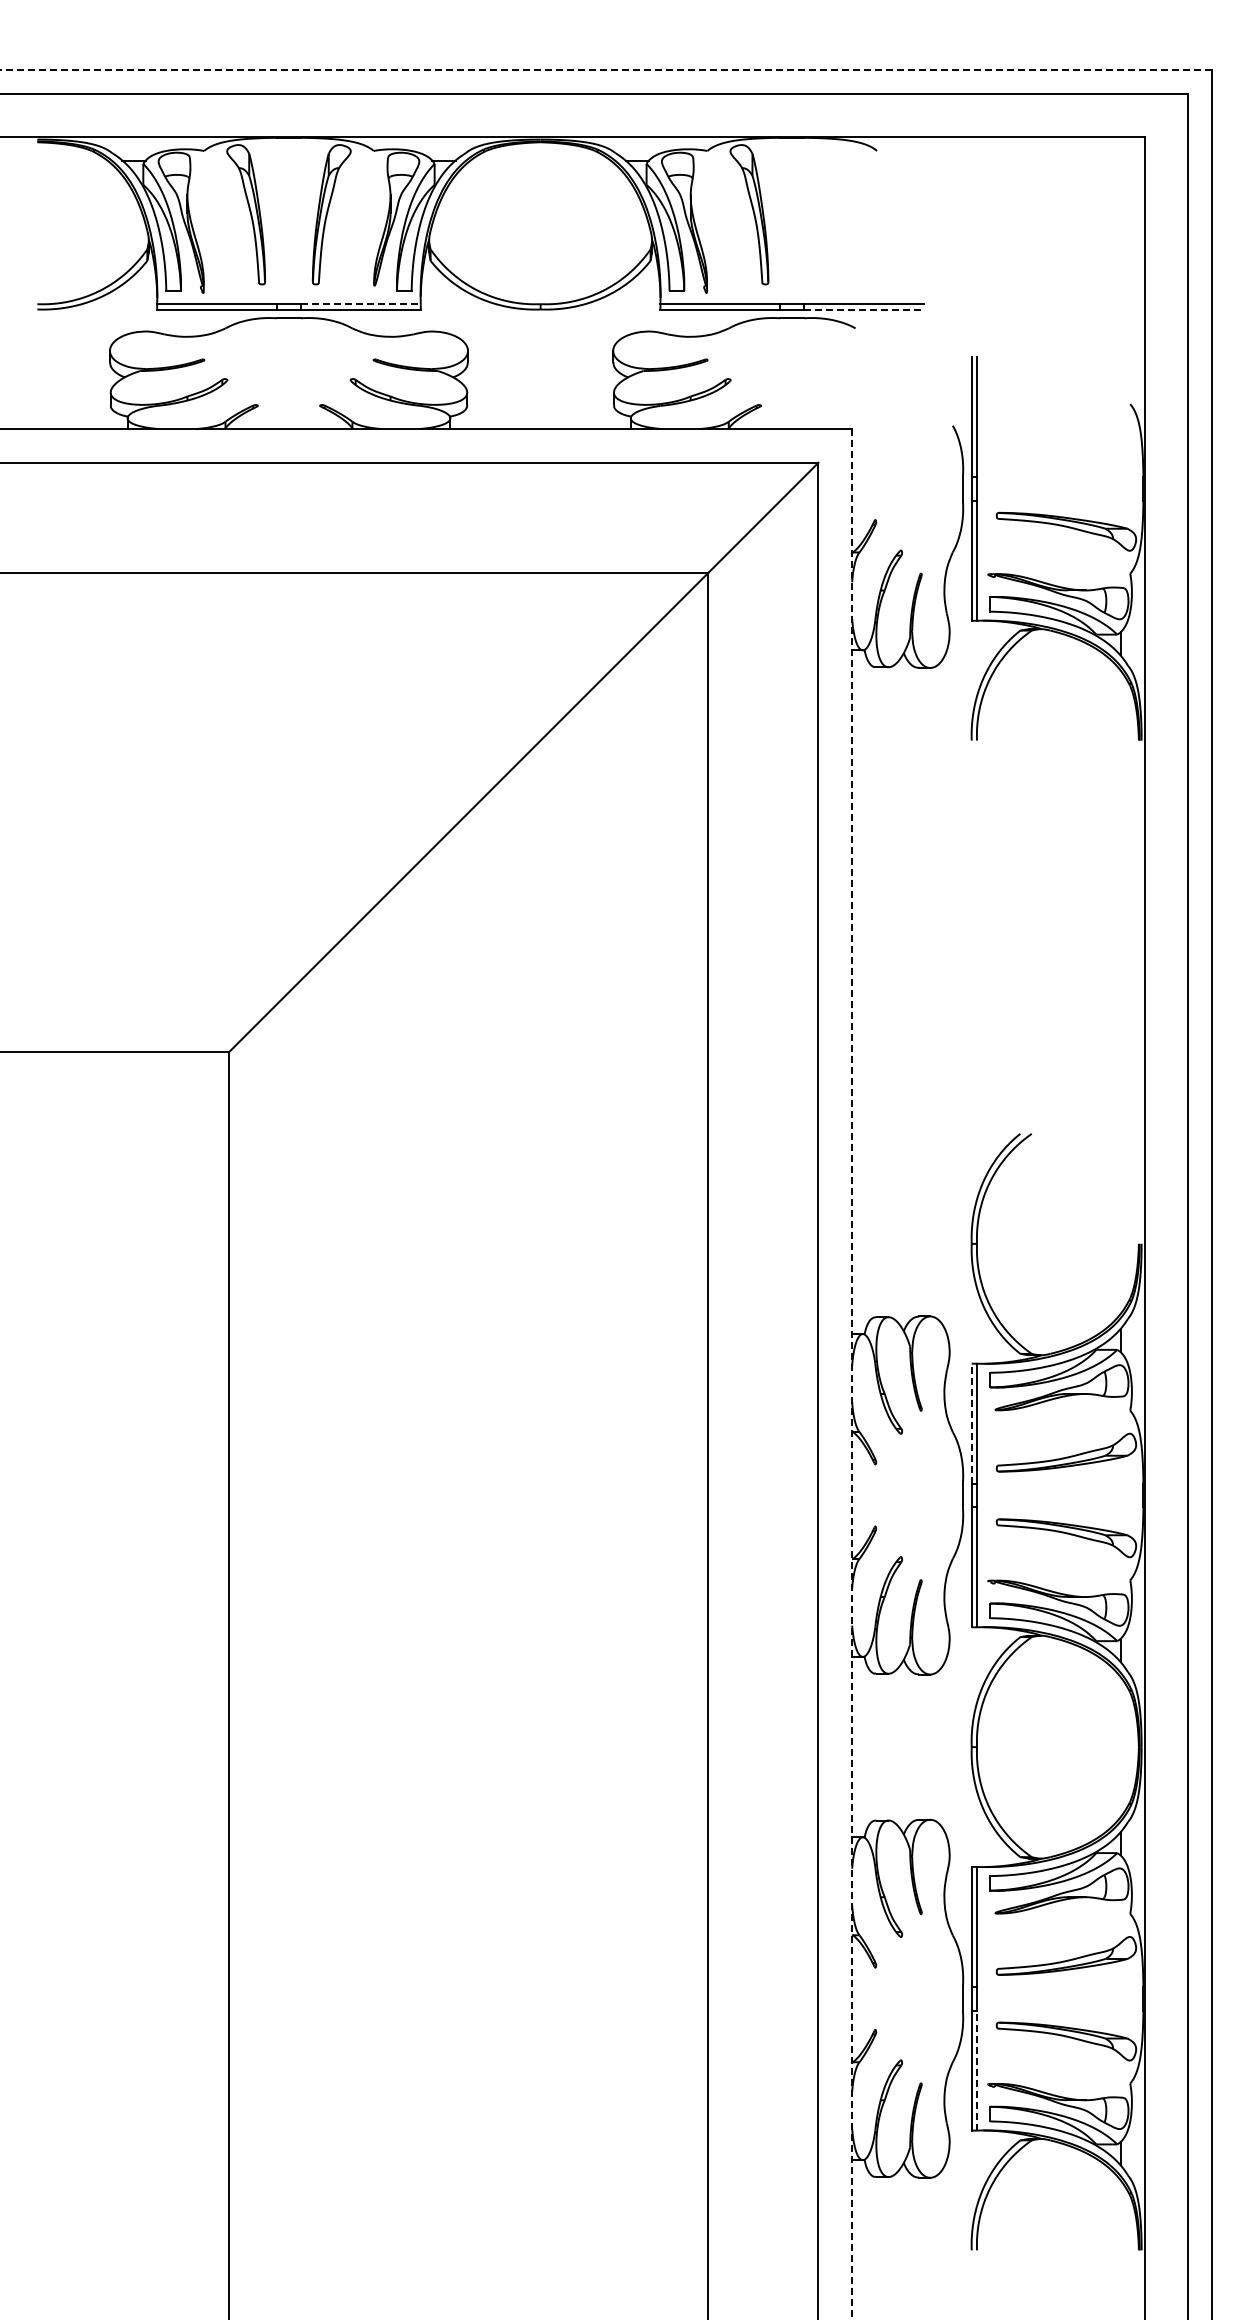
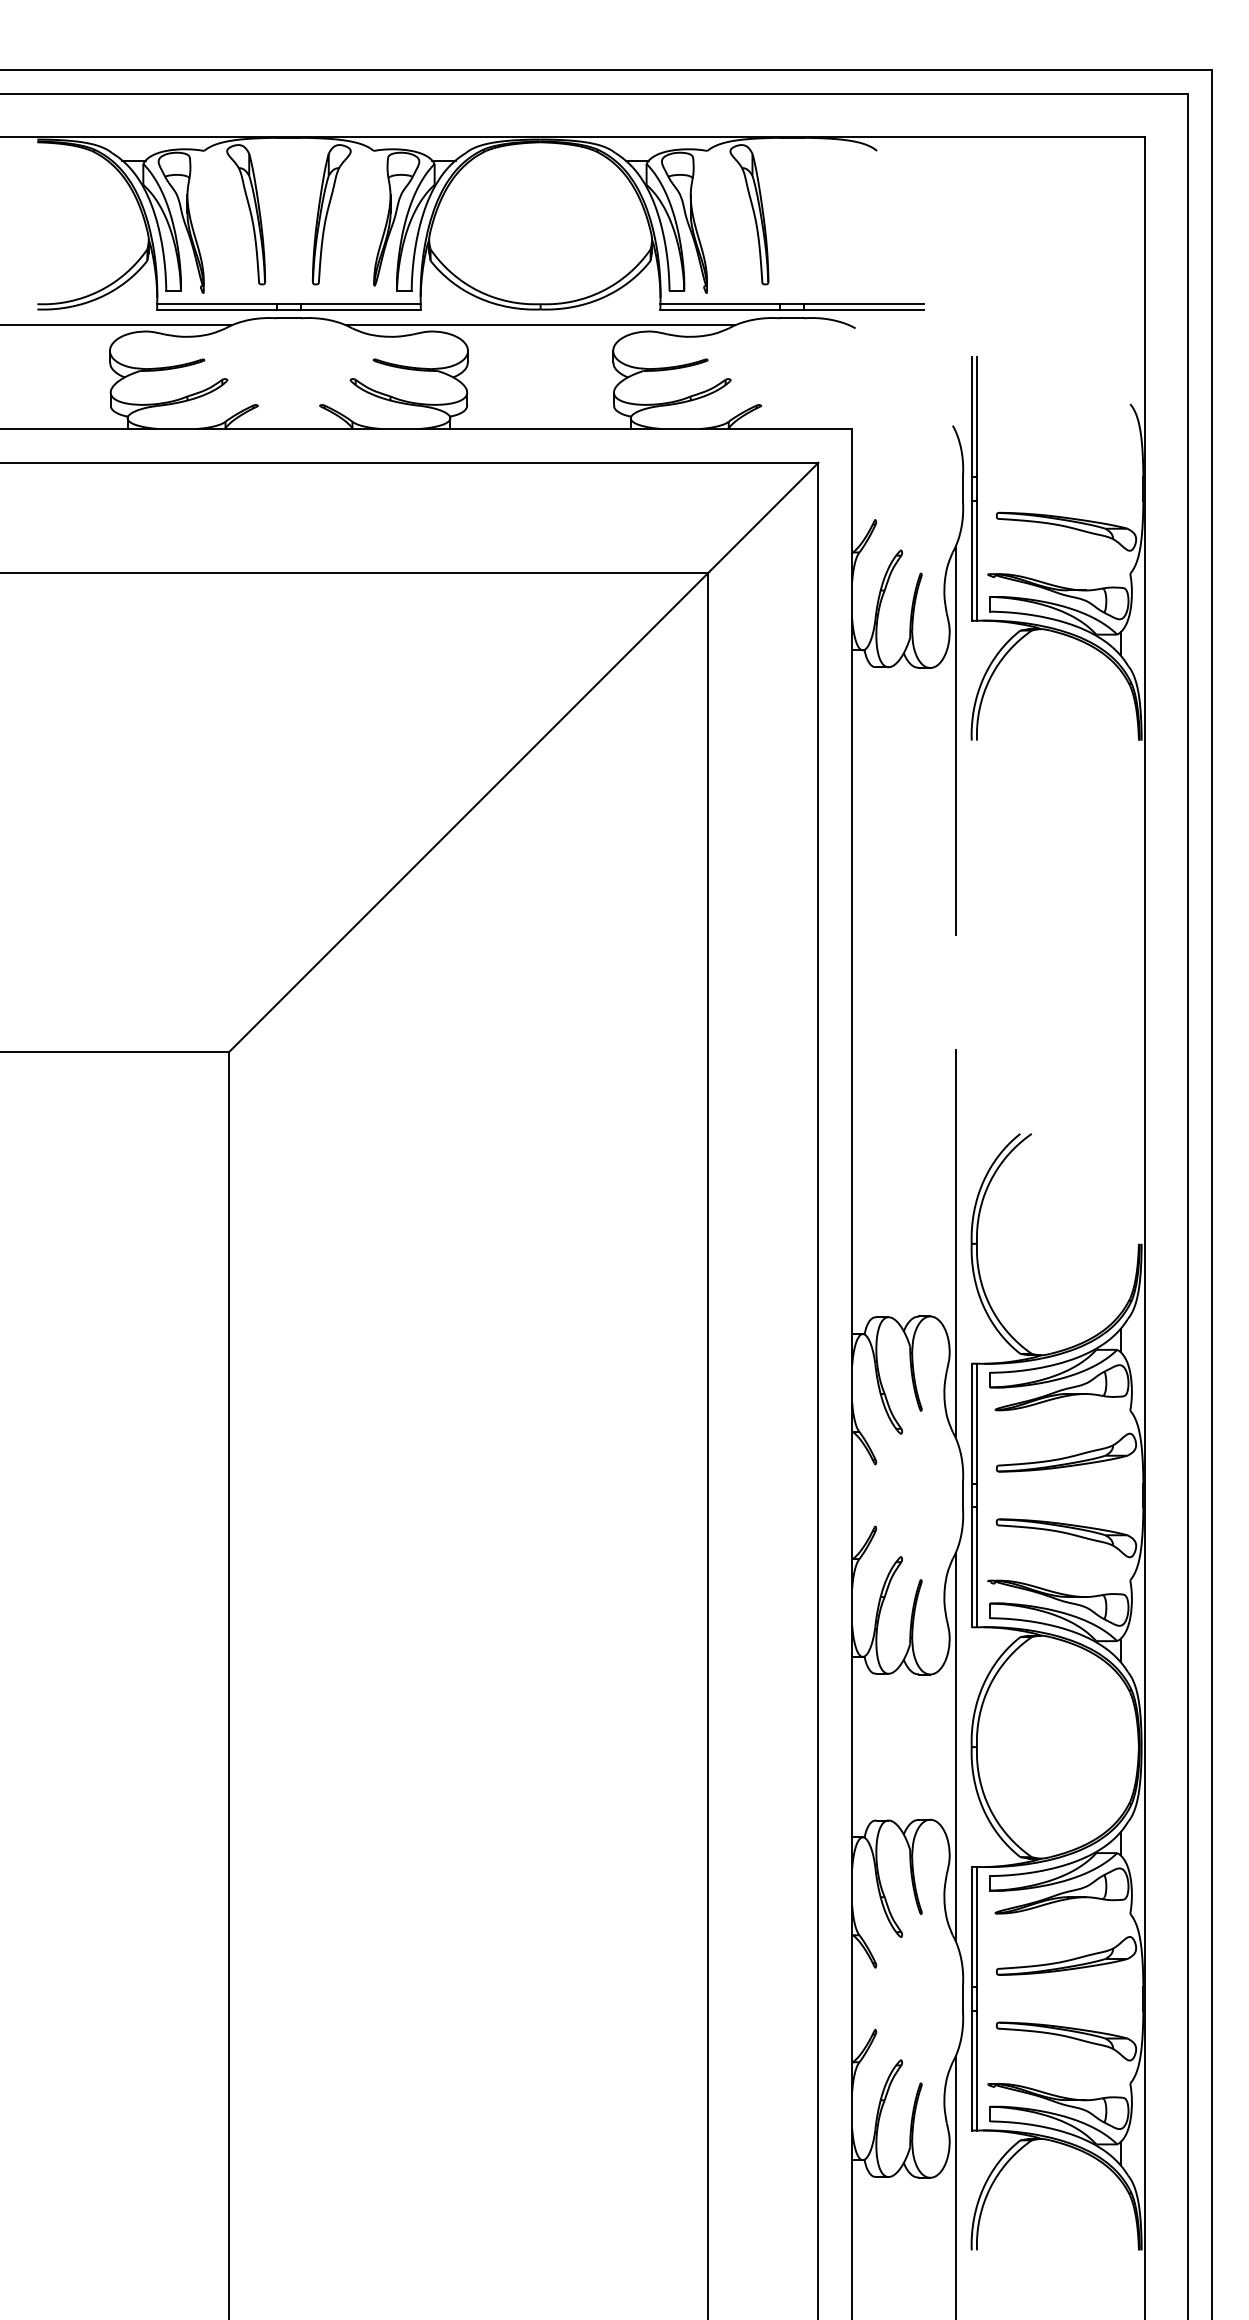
line at (605, 69): dashed -> solid
line at (360, 304): dashed -> solid
line at (864, 309): dashed -> solid
line at (116, 325): none -> present
line at (540, 325): none -> present
line at (955, 740): none -> present
line at (955, 1243): none -> present
line at (852, 1374): dashed -> solid
line at (971, 1423): dashed -> solid
line at (955, 1746): none -> present
line at (977, 2070): dashed -> solid
line at (955, 2186): none -> present
